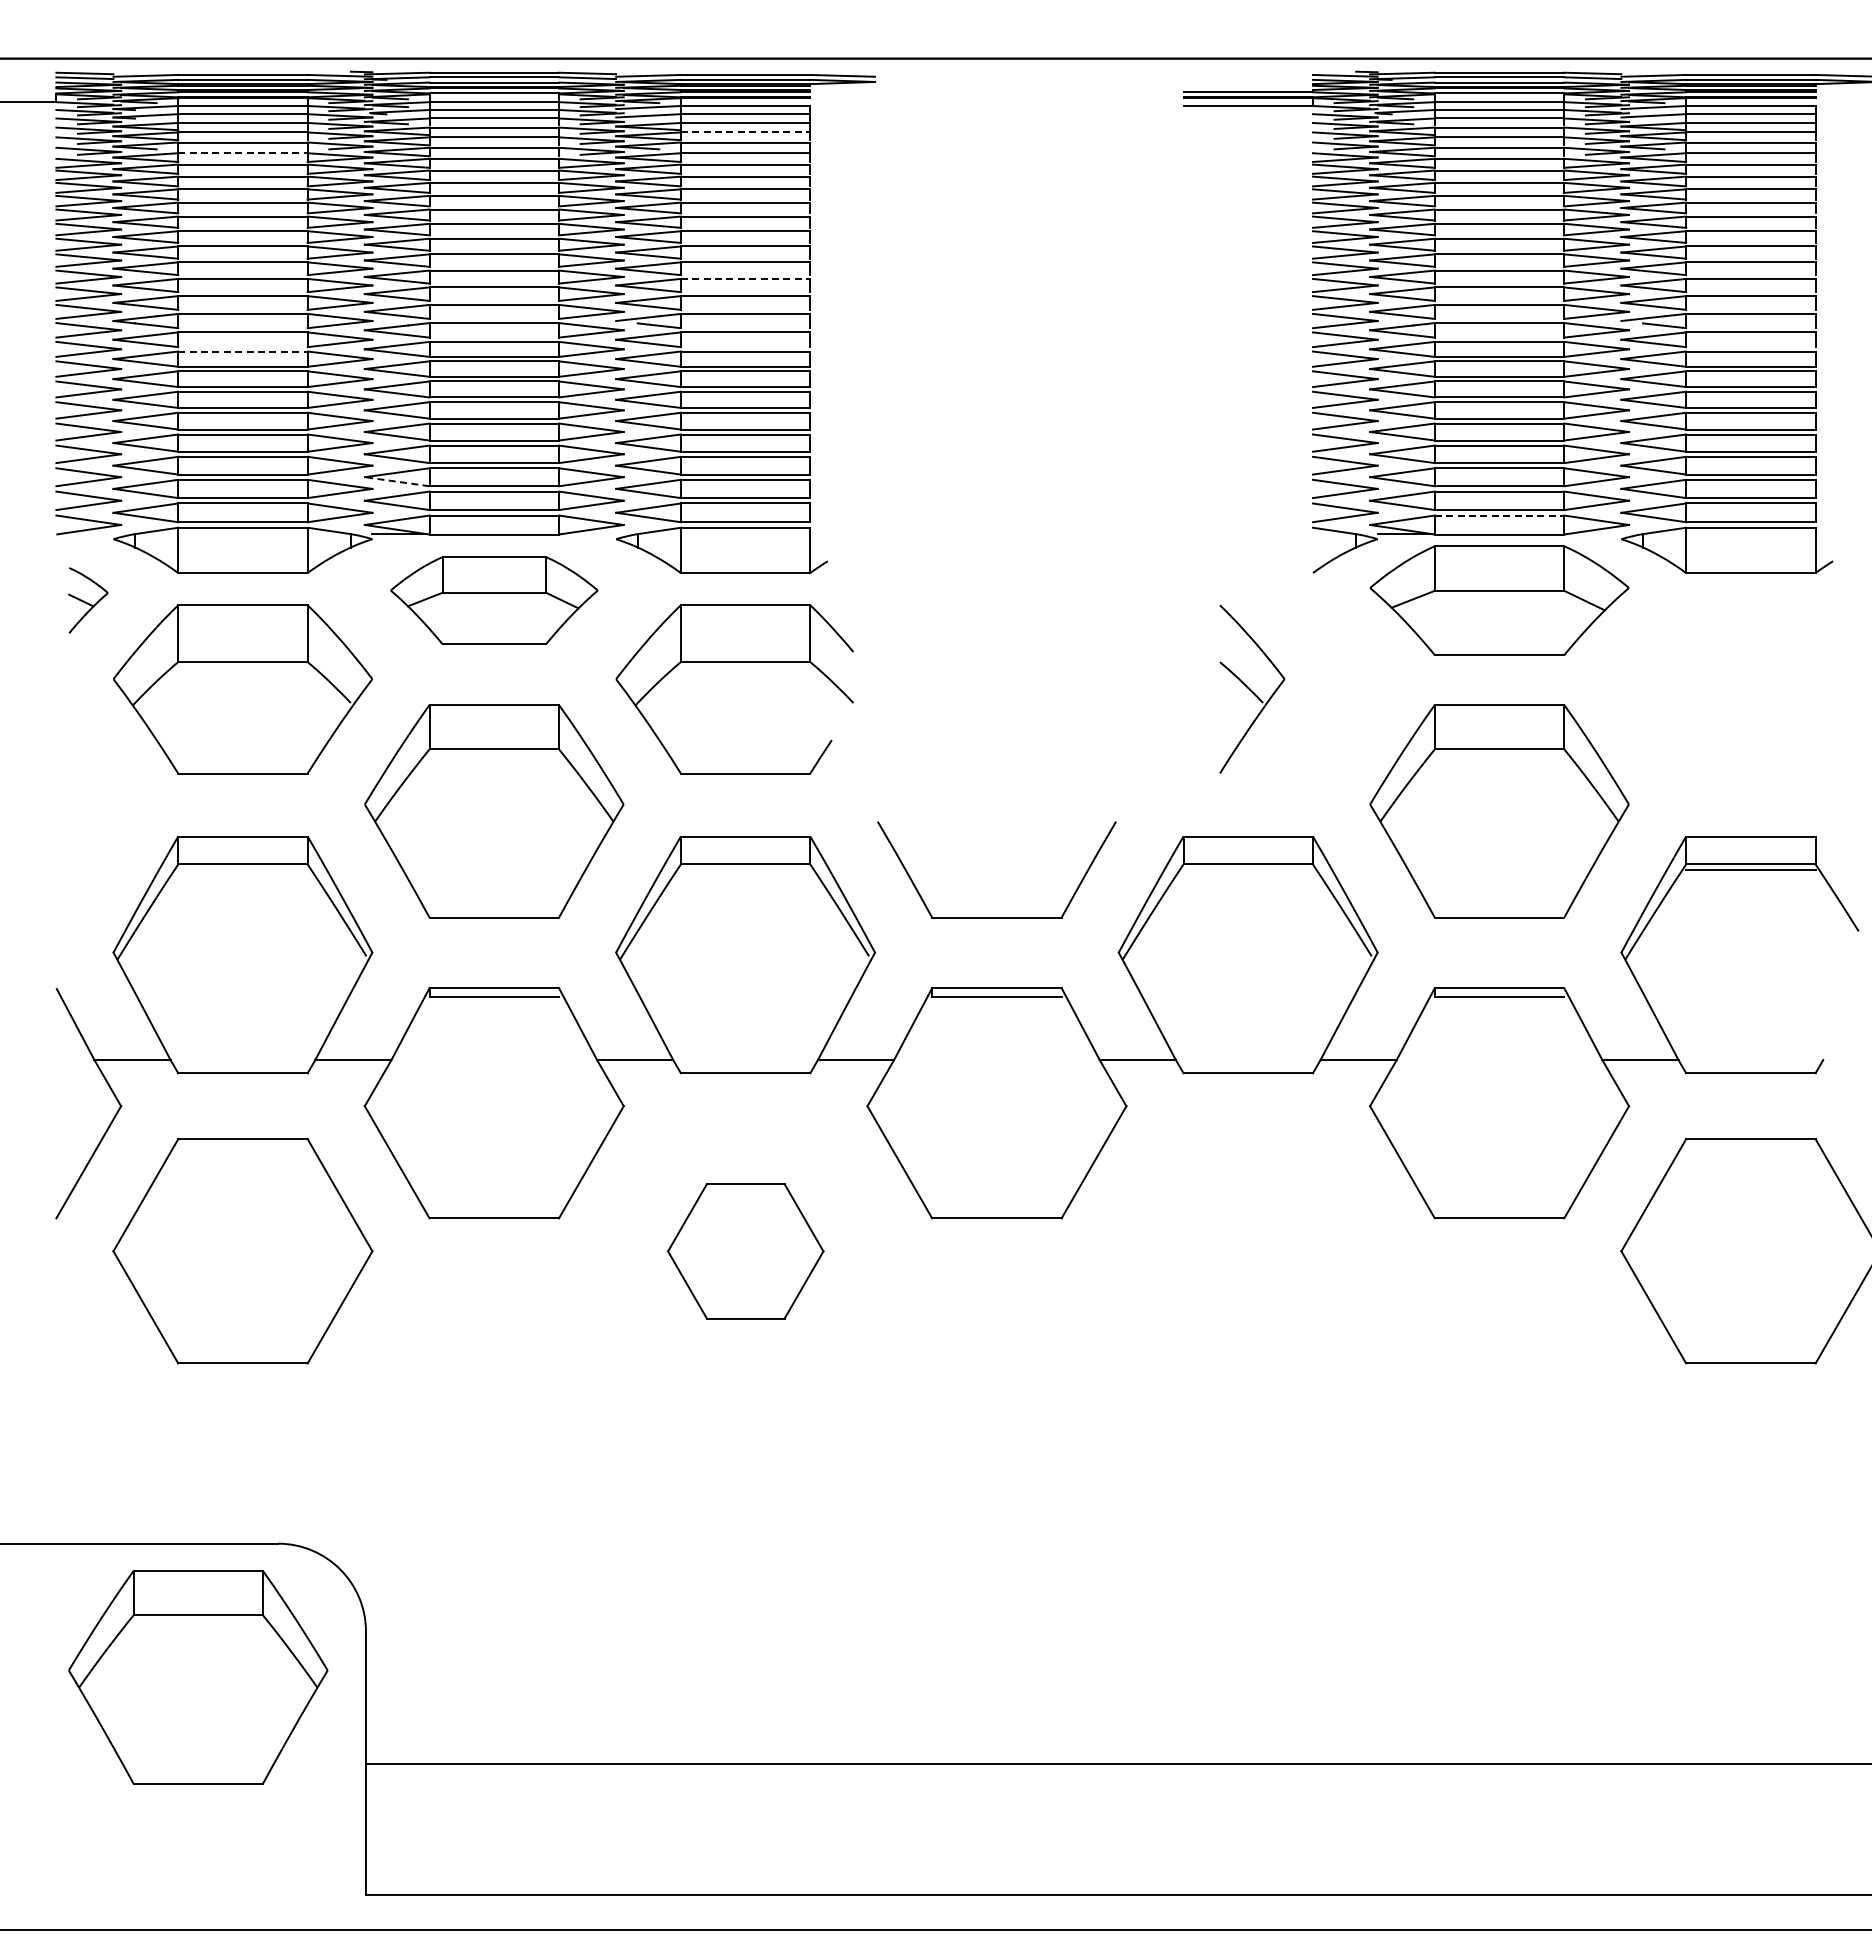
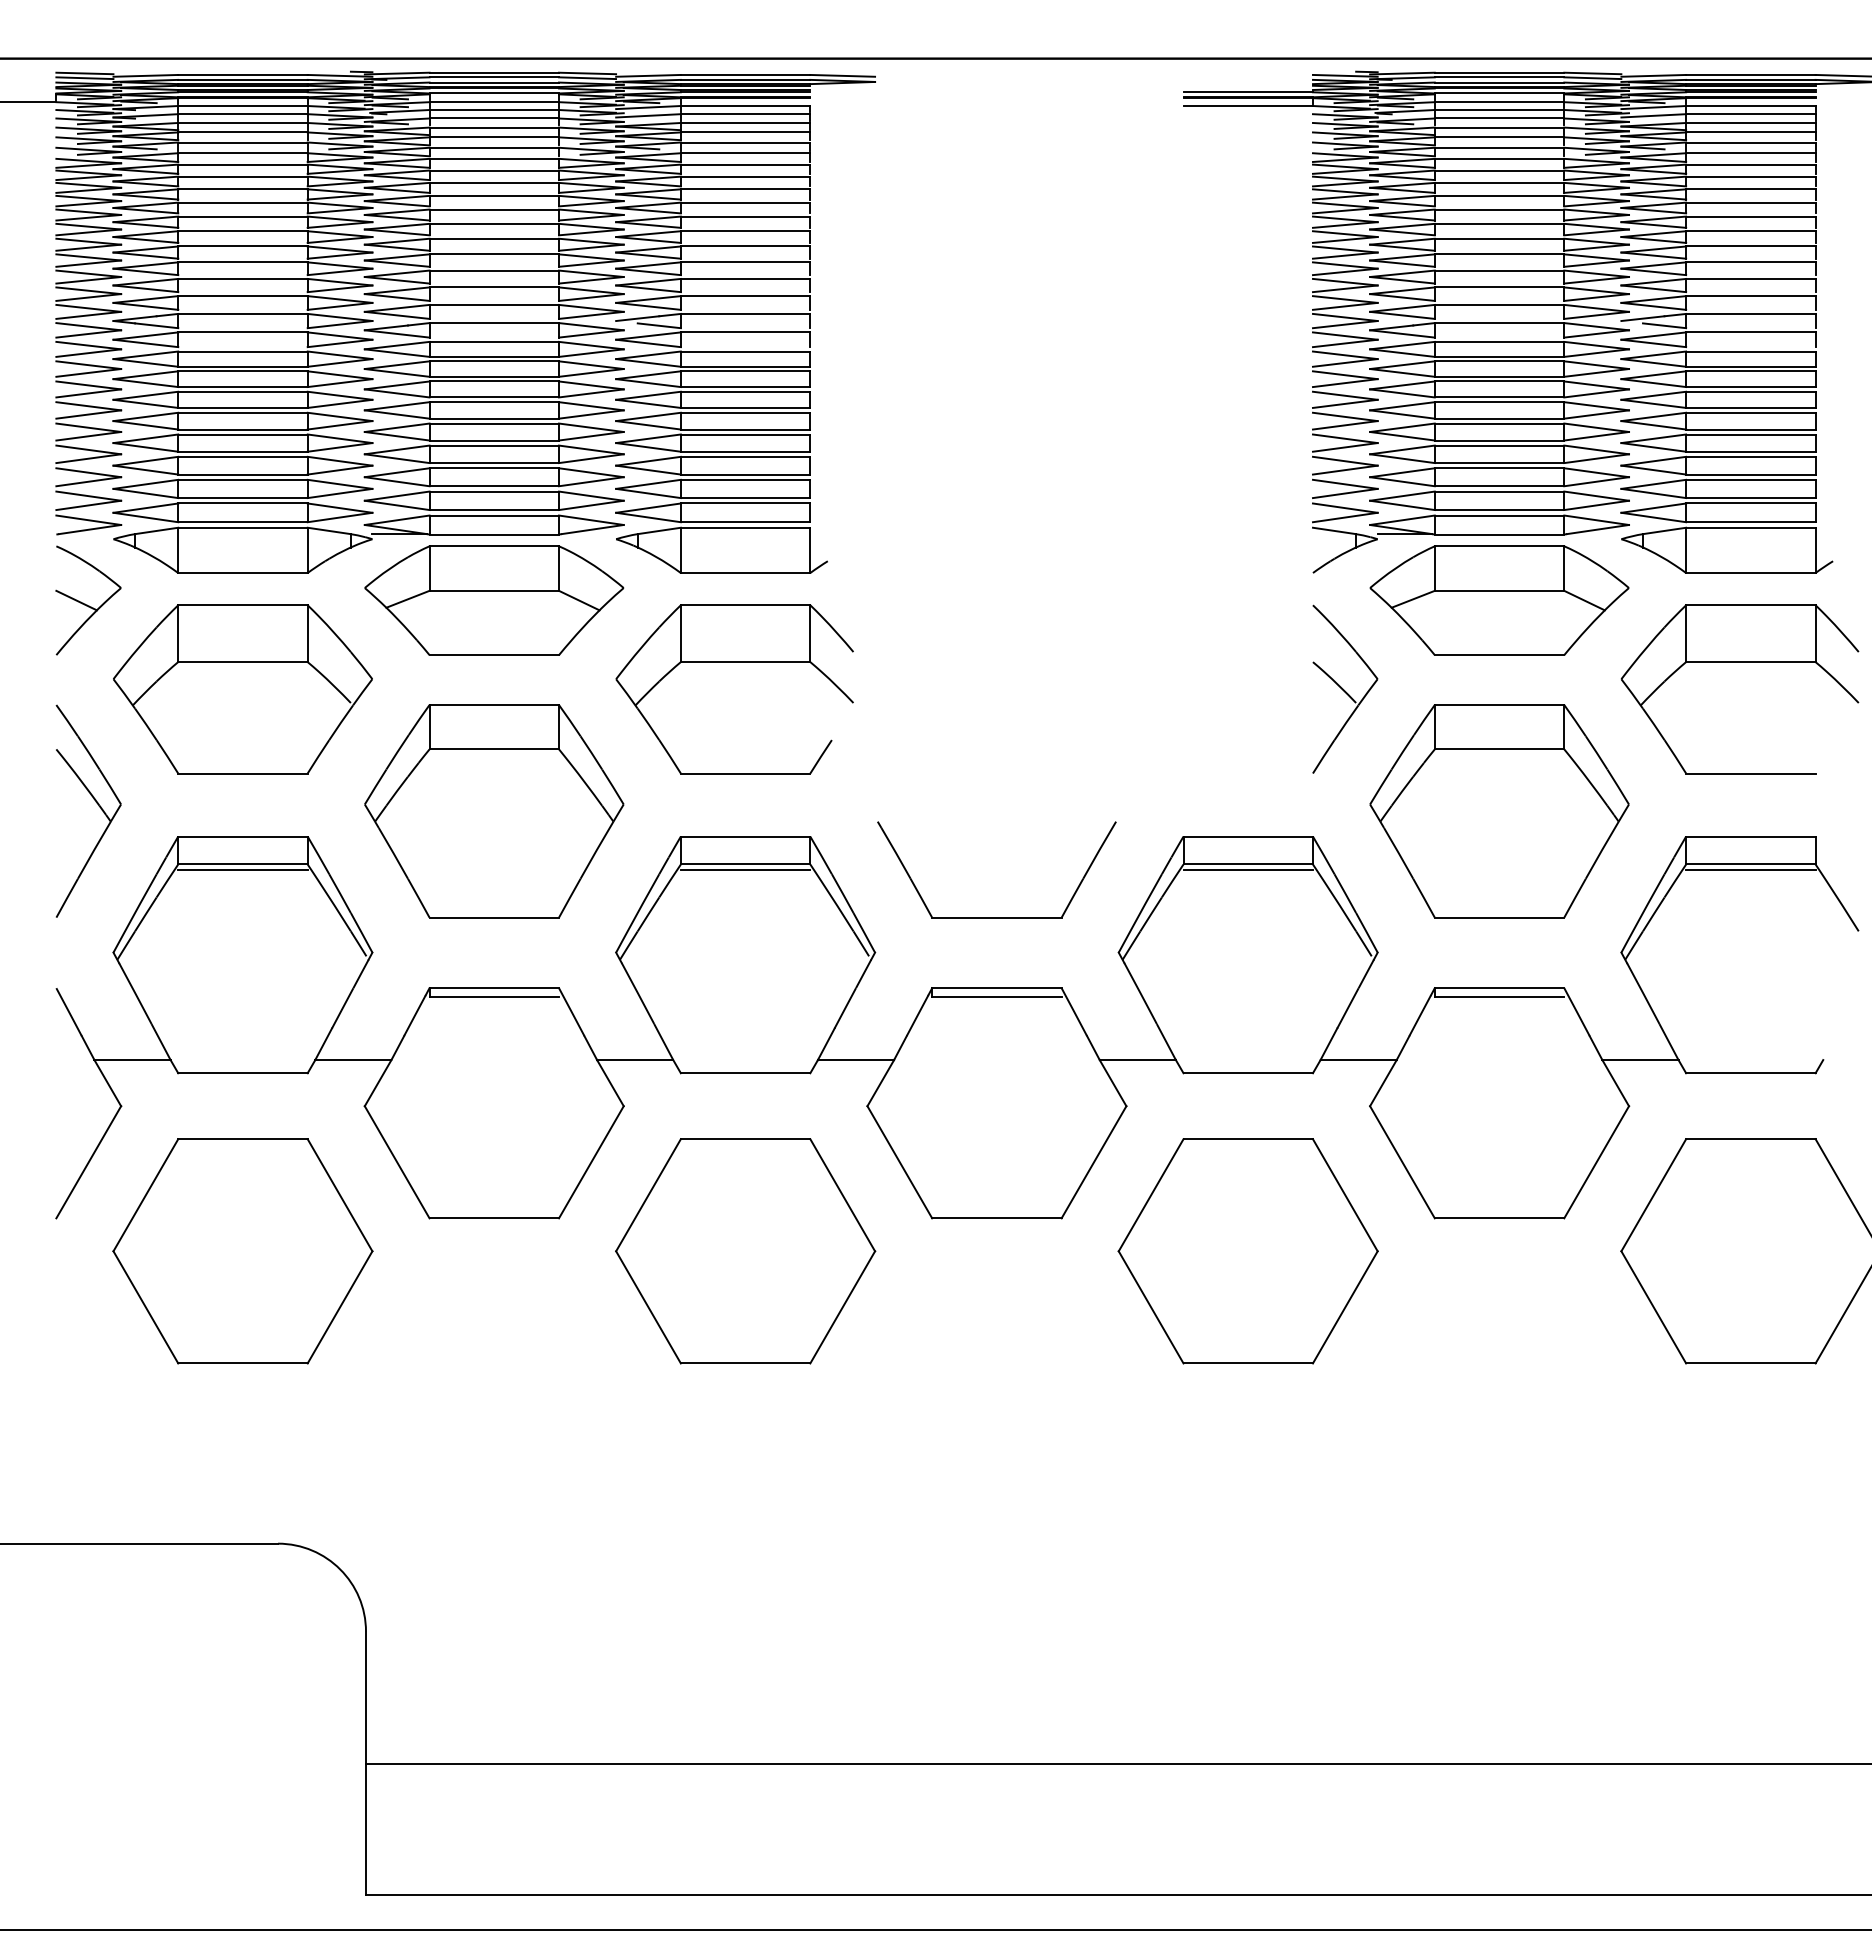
line at (745, 132): dashed -> solid
line at (242, 153): dashed -> solid
line at (745, 278): dashed -> solid
line at (242, 351): dashed -> solid
line at (397, 481): dashed -> solid
line at (1499, 515): dashed -> solid
part at (88, 600) size: 41x67 px -> 67x111 px
part at (494, 600) size: 209x89 px -> 261x111 px
part at (1739, 662): none -> present
part at (1252, 688) position: (1252, 688) -> (1345, 688)
part at (96, 803): none -> present
line at (242, 870): none -> present
line at (745, 870): none -> present
line at (1247, 870): none -> present
part at (745, 1251) size: 158x137 px -> 262x227 px
part at (1247, 1251): none -> present
part at (198, 1677): present -> none
